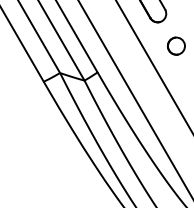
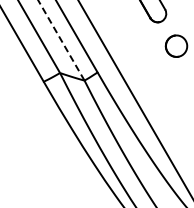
line at (61, 40): solid -> dashed
part at (175, 45) size: 20x20 px -> 25x24 px
line at (153, 65): present -> none
